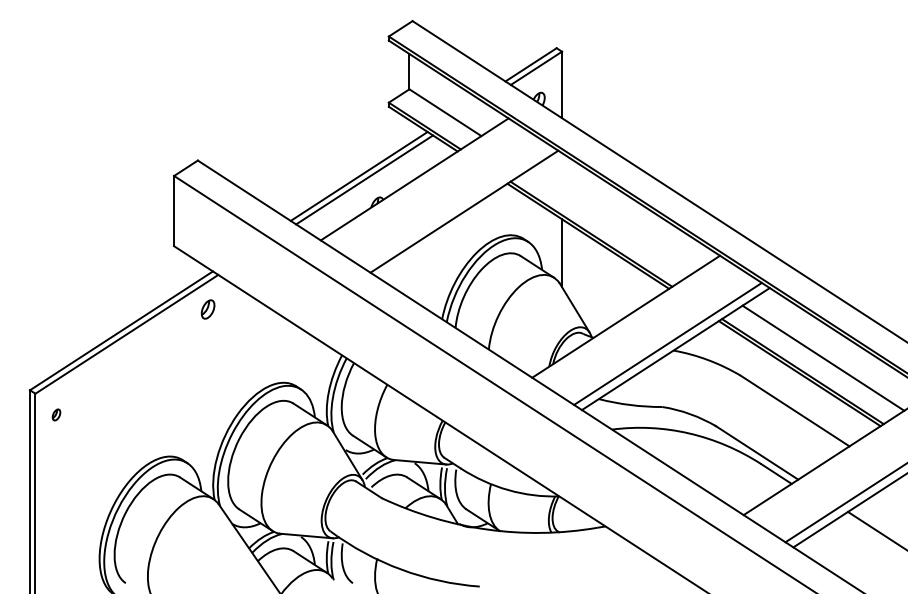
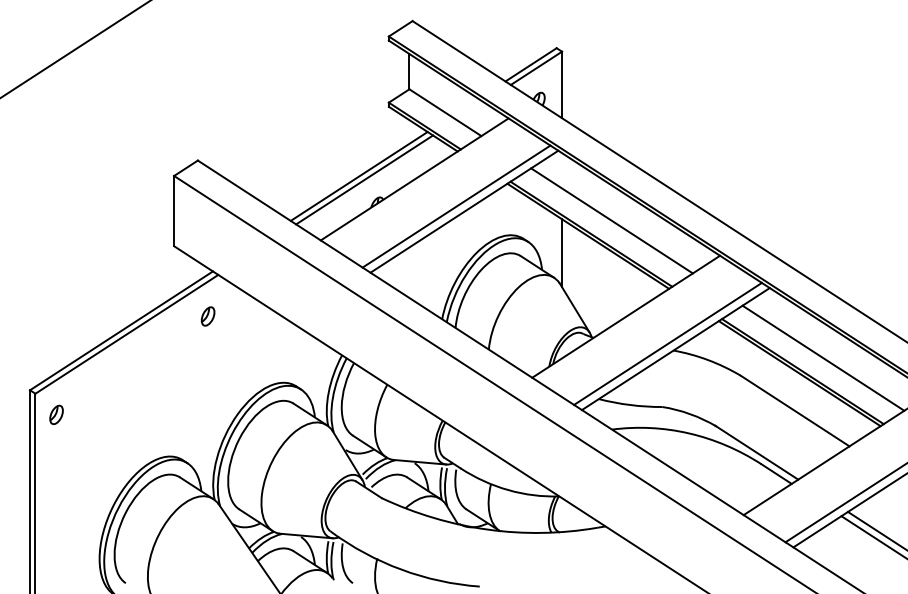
line at (75, 49): none -> present
line at (456, 206): none -> present
line at (611, 220): none -> present
part at (207, 309) position: (207, 309) -> (207, 316)
part at (56, 414) size: 11x14 px -> 15x22 px
line at (872, 536): none -> present
